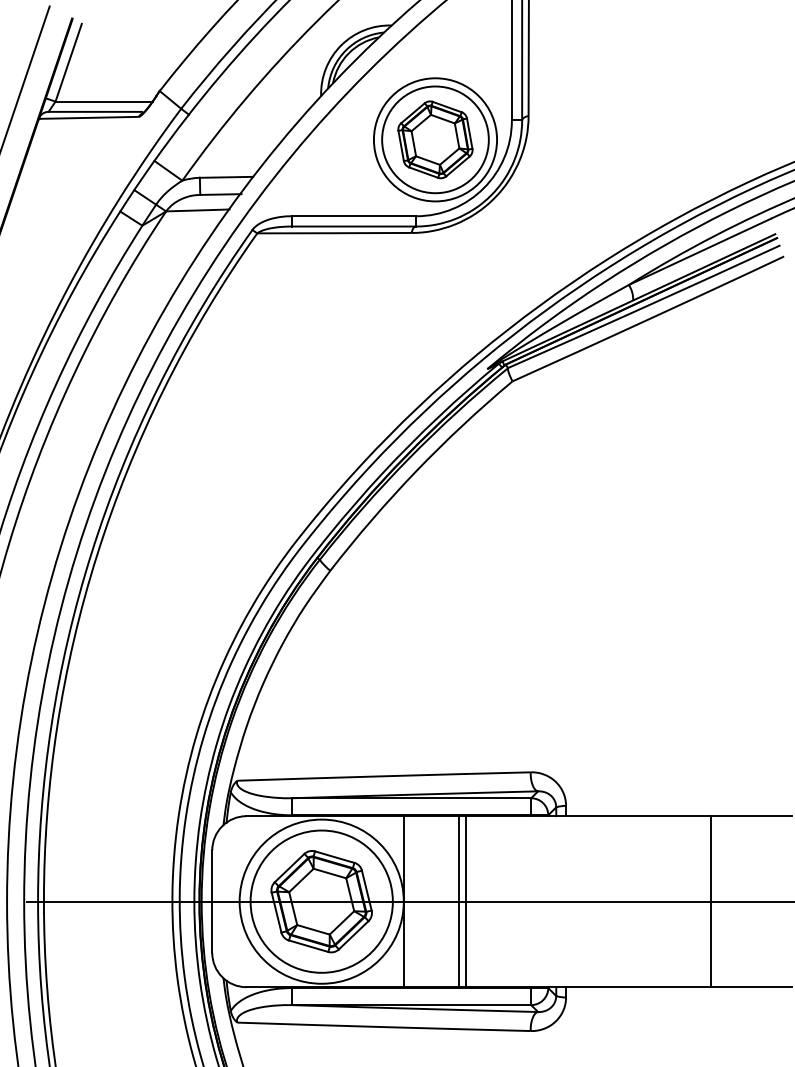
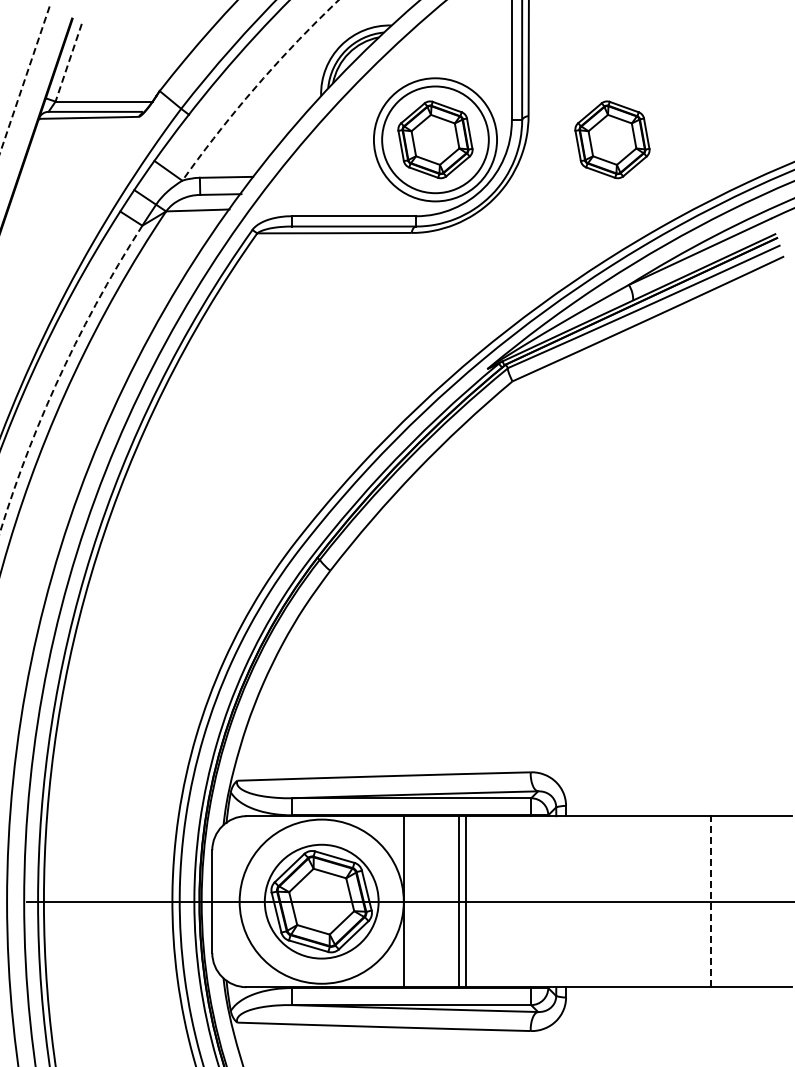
line at (68, 63): solid -> dashed
line at (24, 80): solid -> dashed
arc at (256, 86): solid -> dashed
part at (612, 139): none -> present
arc at (59, 376): solid -> dashed
circle at (321, 901) diameter: 142 px -> 114 px
line at (711, 901): solid -> dashed
